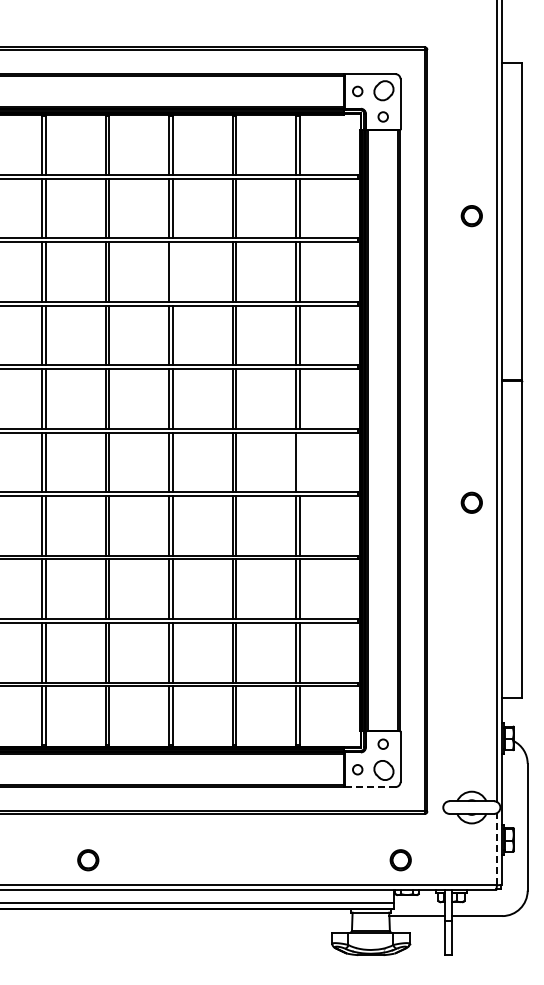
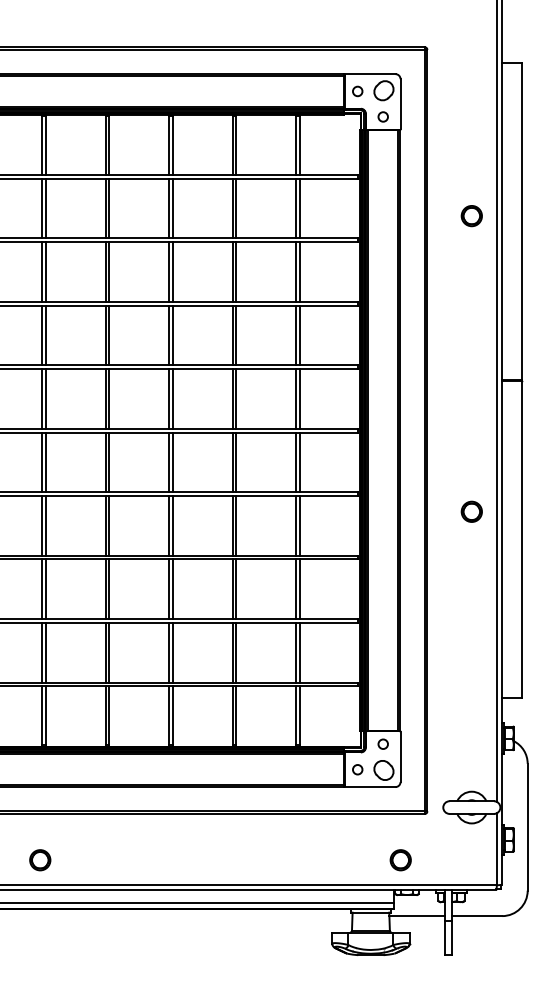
line at (172, 271): none -> present
line at (299, 462): none -> present
part at (471, 502) position: (471, 502) -> (471, 511)
line at (369, 787): dashed -> solid
line at (496, 848): dashed -> solid
part at (88, 860) position: (88, 860) -> (40, 860)
